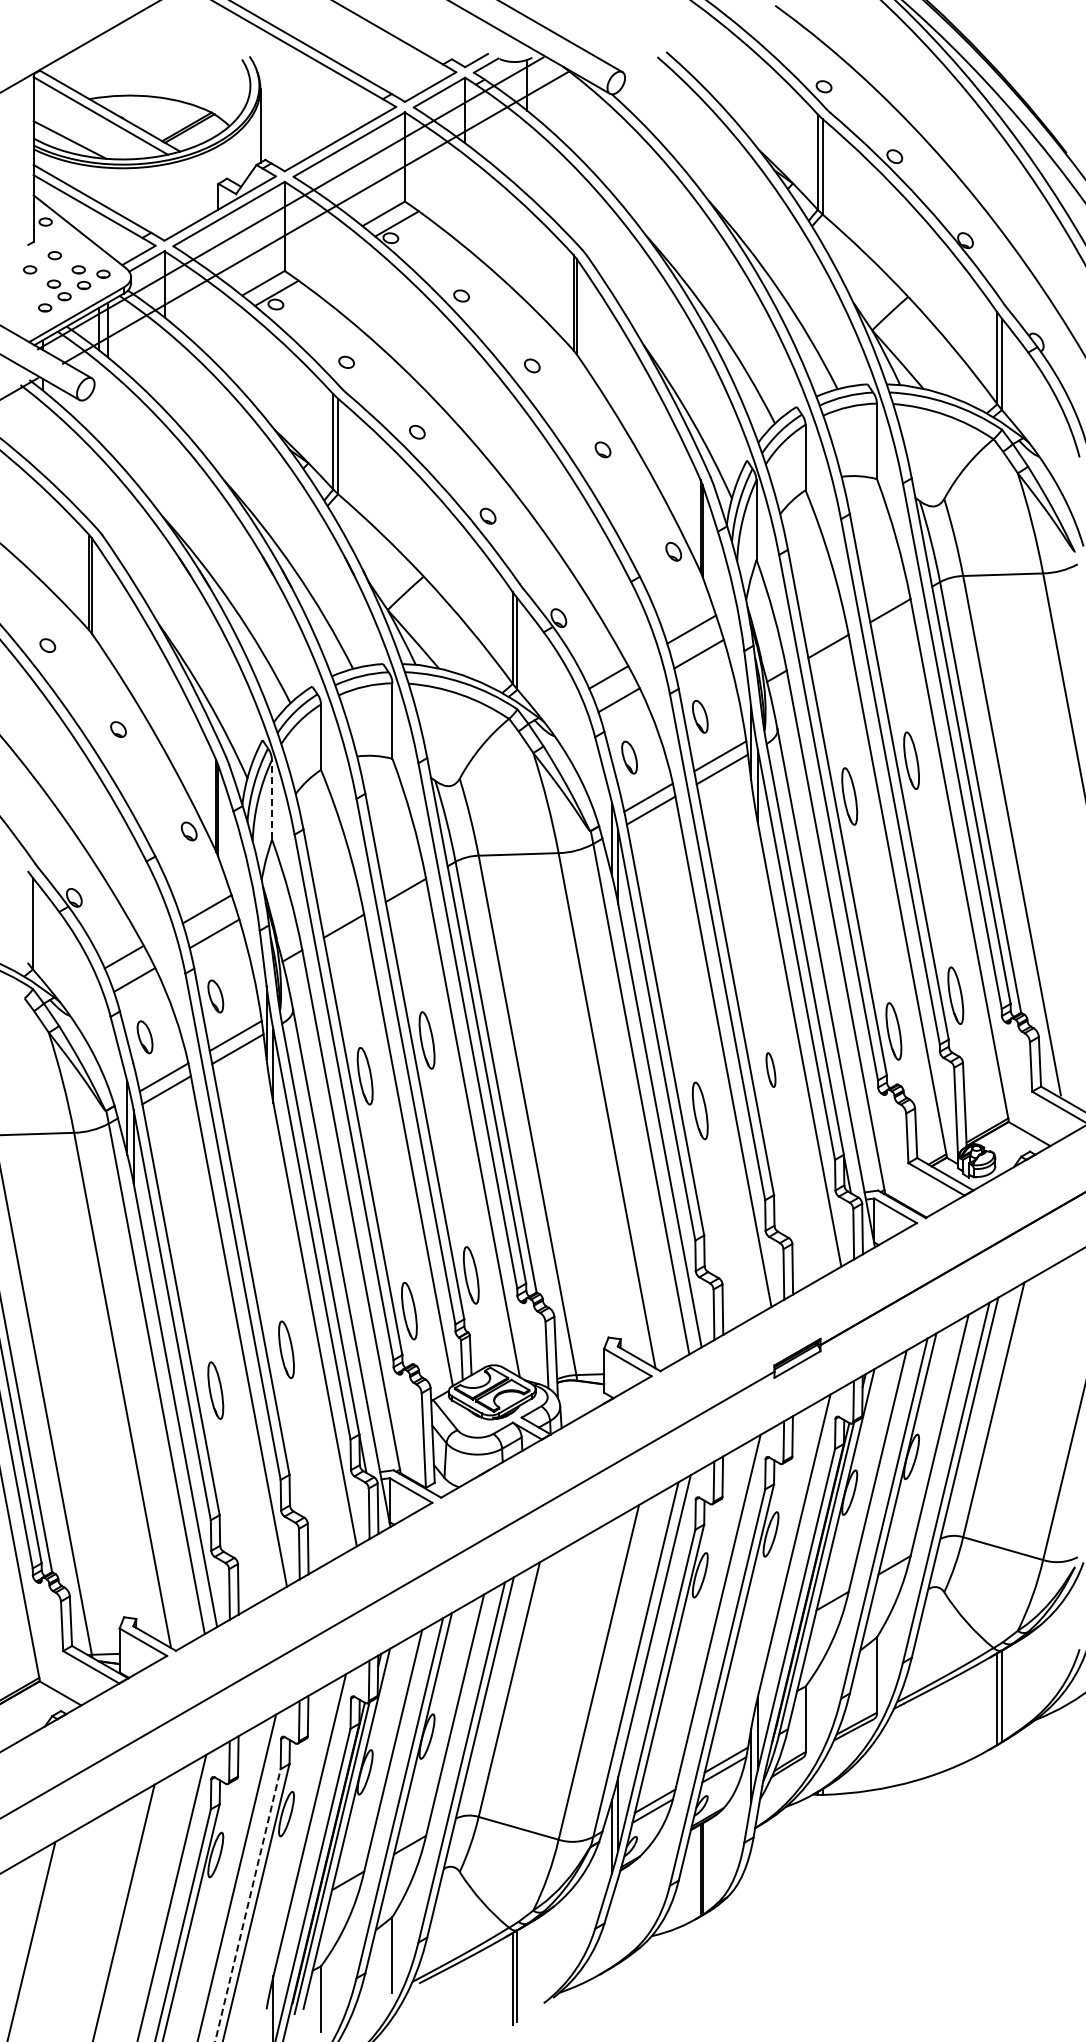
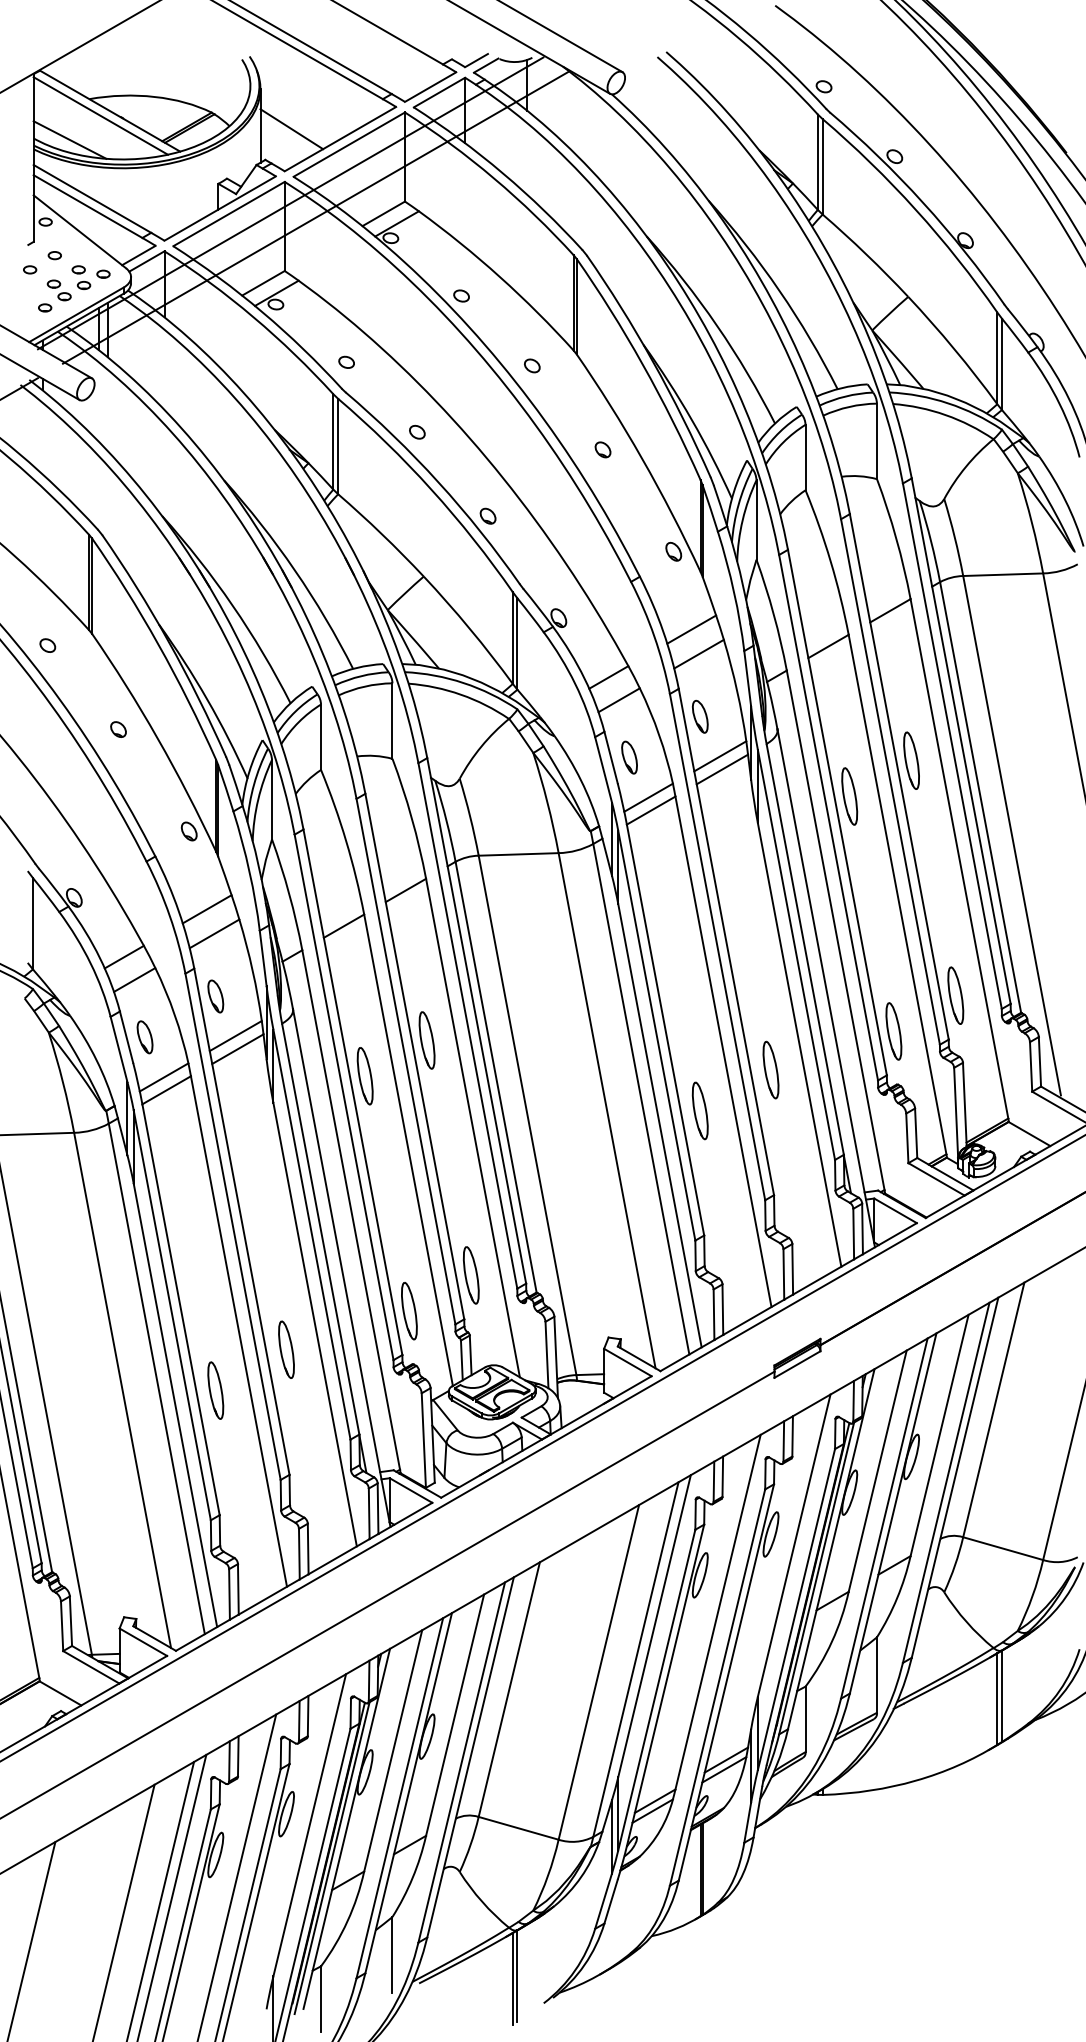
line at (291, 129): none -> present
line at (272, 799): dashed -> solid
part at (770, 1069) size: 12x36 px -> 18x60 px
line at (542, 1448): none -> present
line at (160, 1899): none -> present
line at (248, 1905): dashed -> solid
